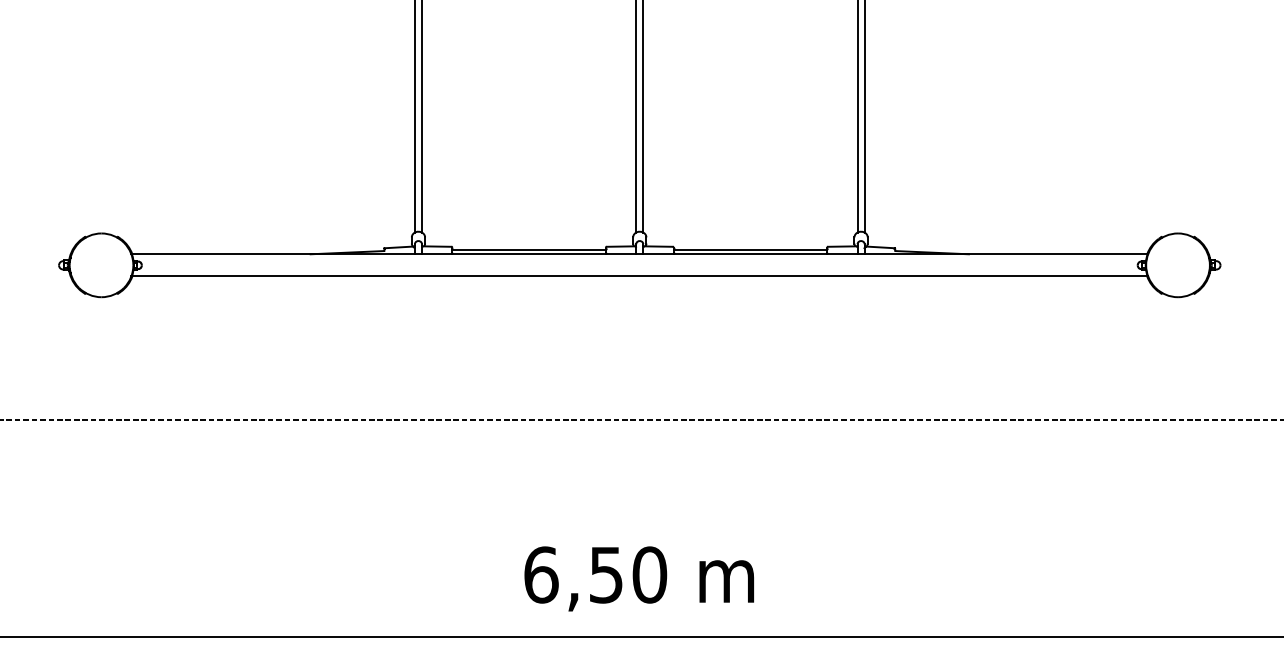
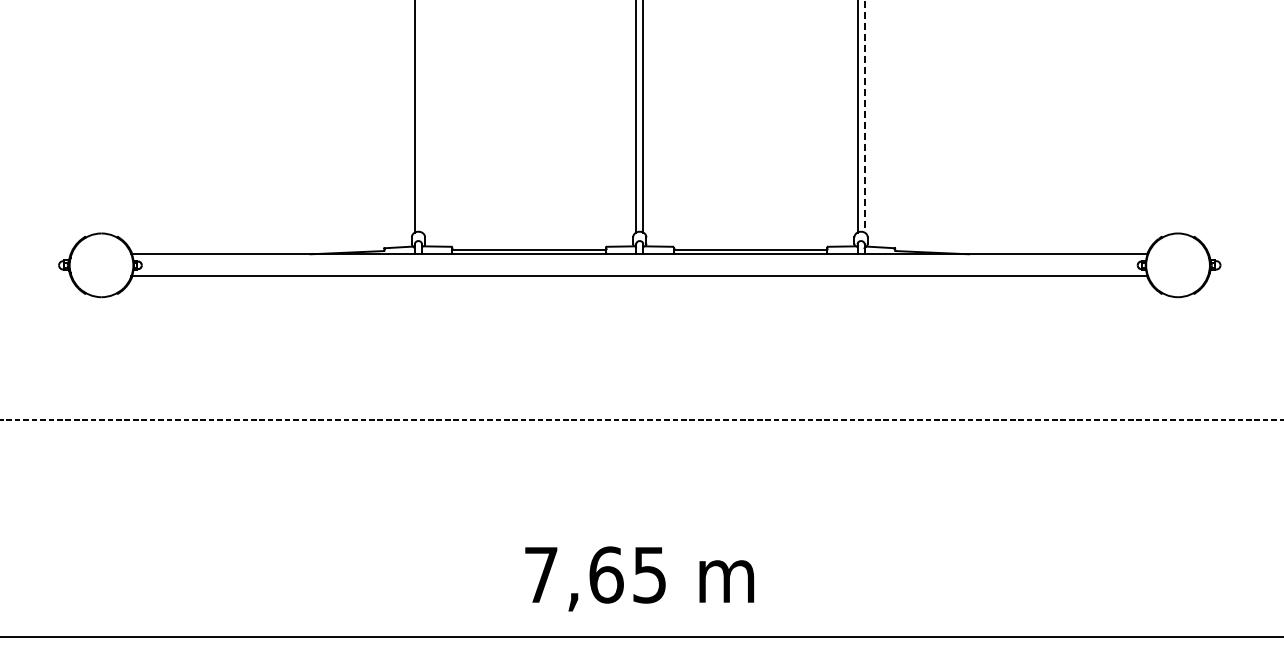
line at (864, 116): solid -> dashed
line at (422, 117): present -> none
text at (595, 574): 6,50 -> 7,65
